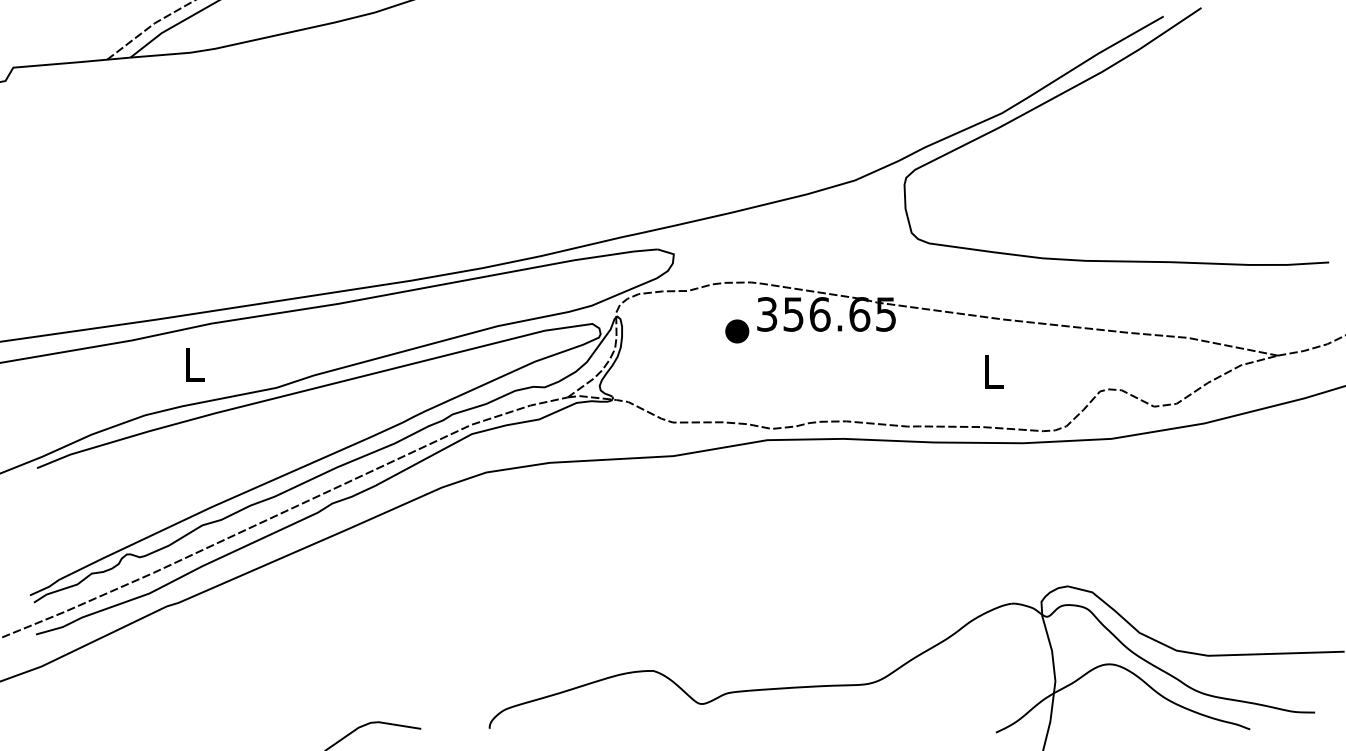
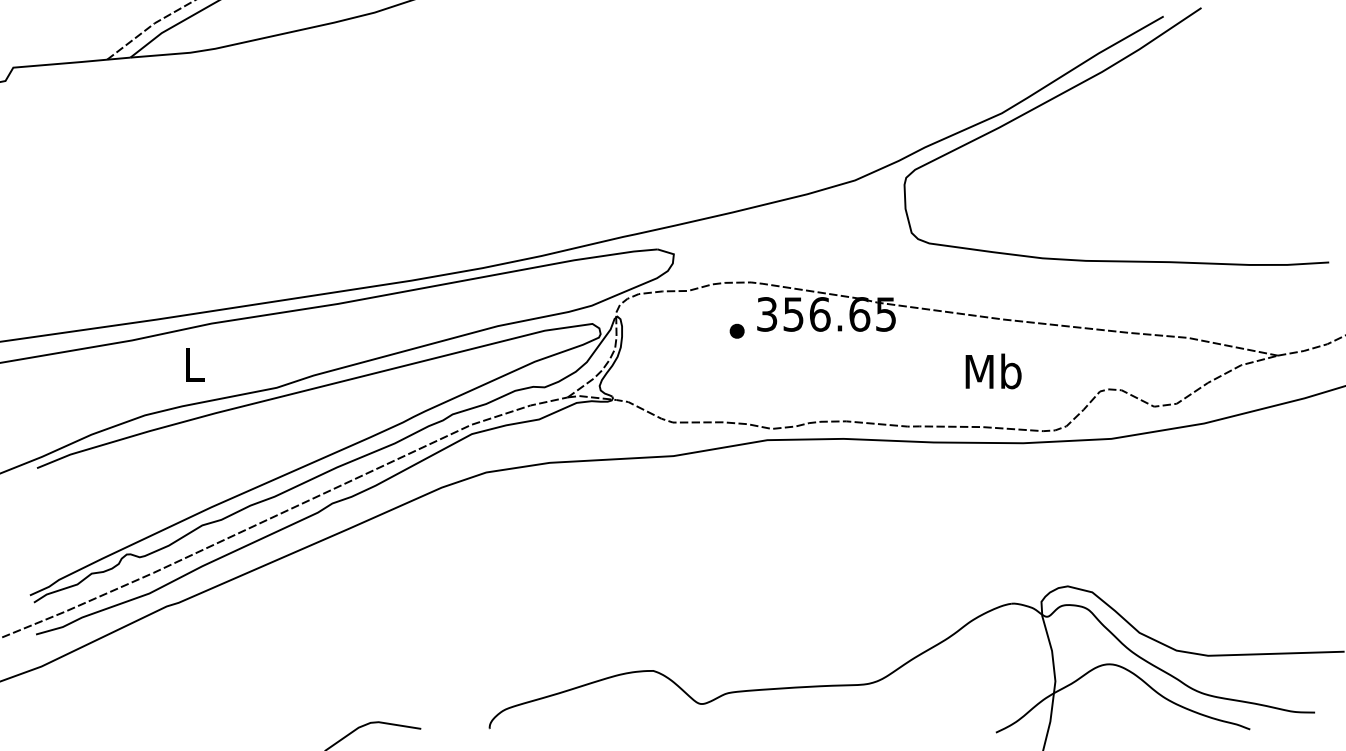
part at (737, 331) size: 25x25 px -> 16x16 px
text at (993, 371): L -> Mb
